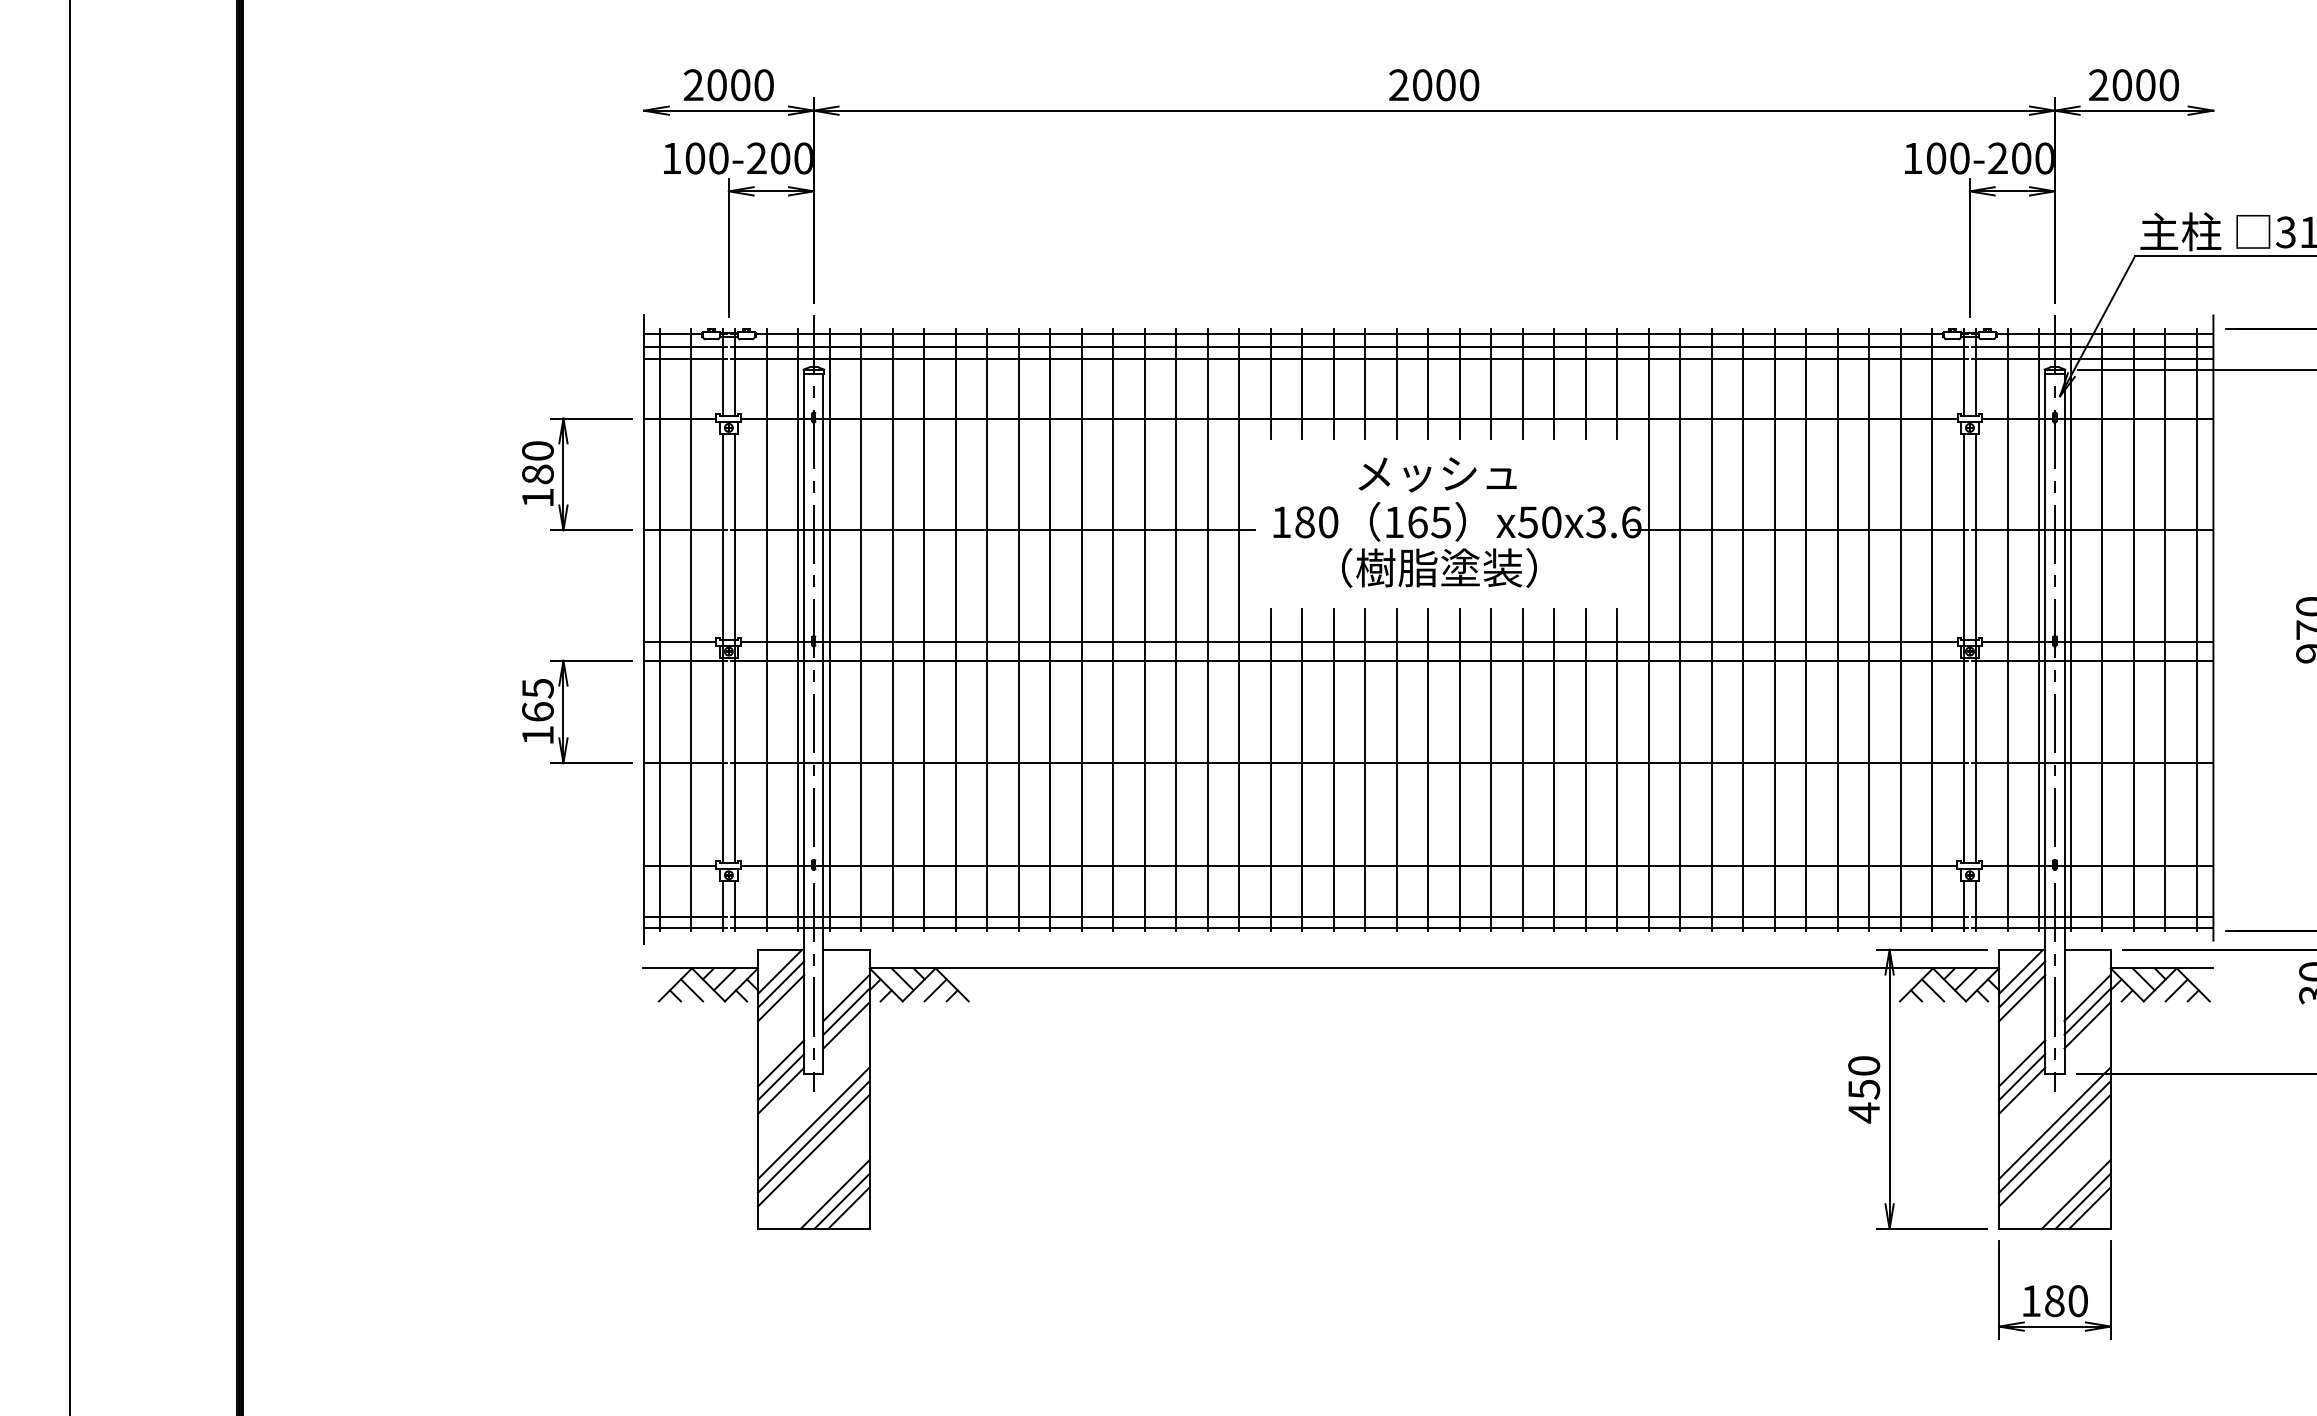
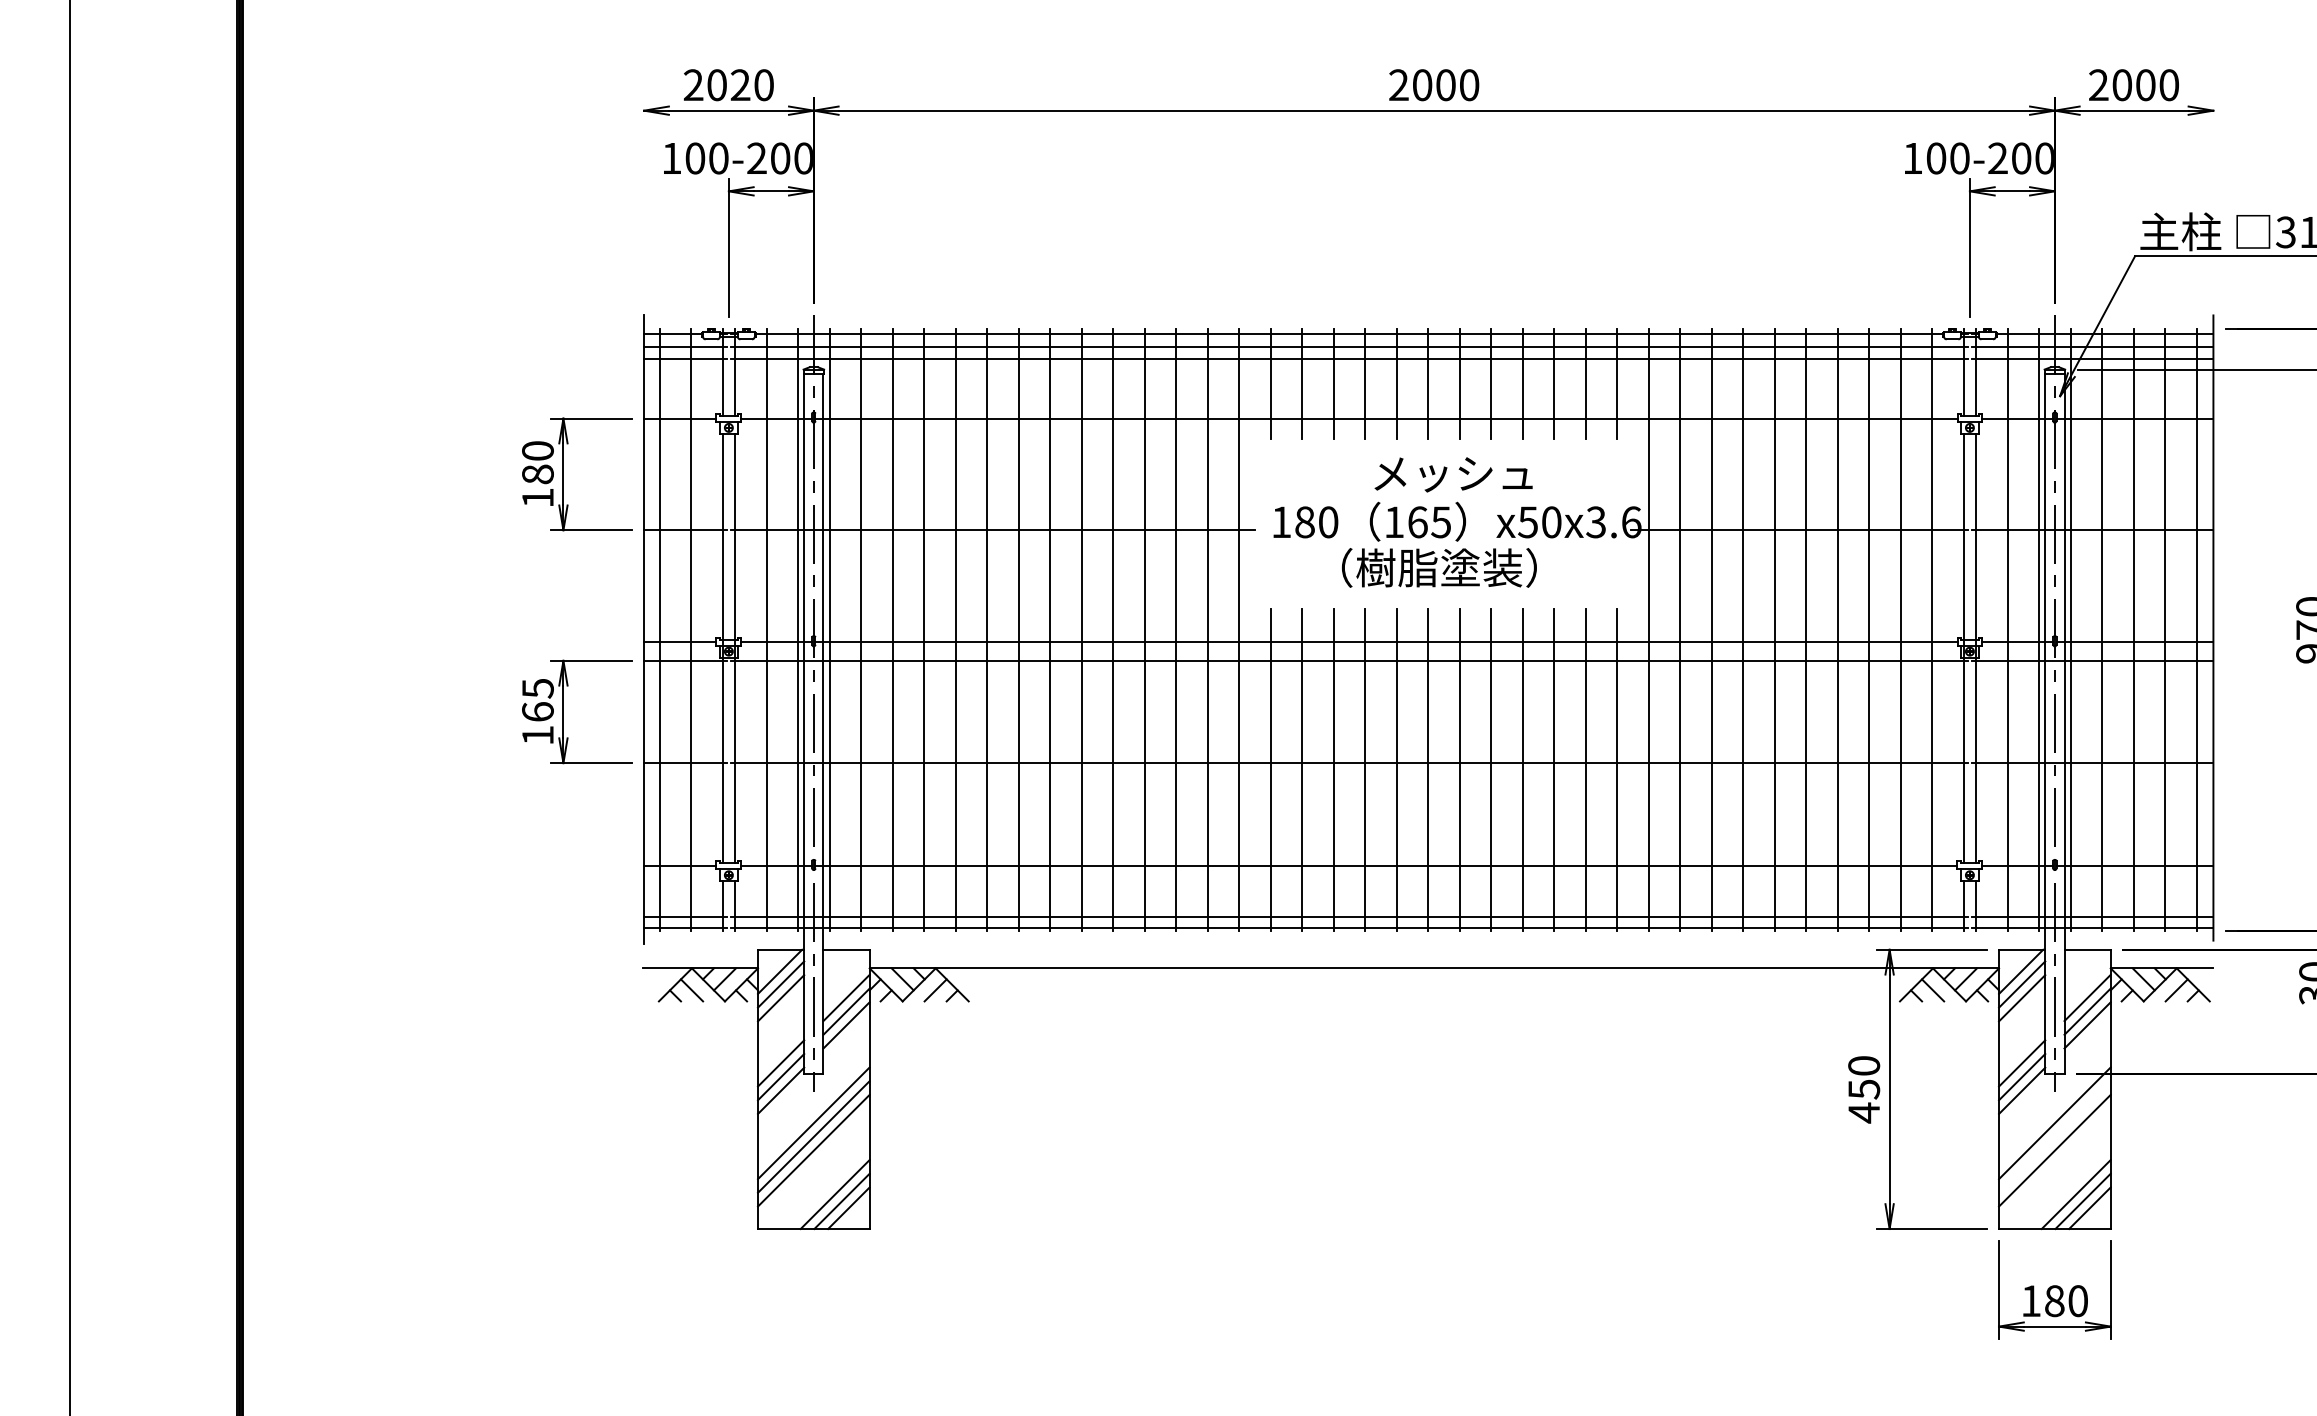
text at (740, 85): 2000 -> 2020
text at (1437, 474) position: (1437, 474) -> (1453, 474)
line at (2054, 1136): present -> none
